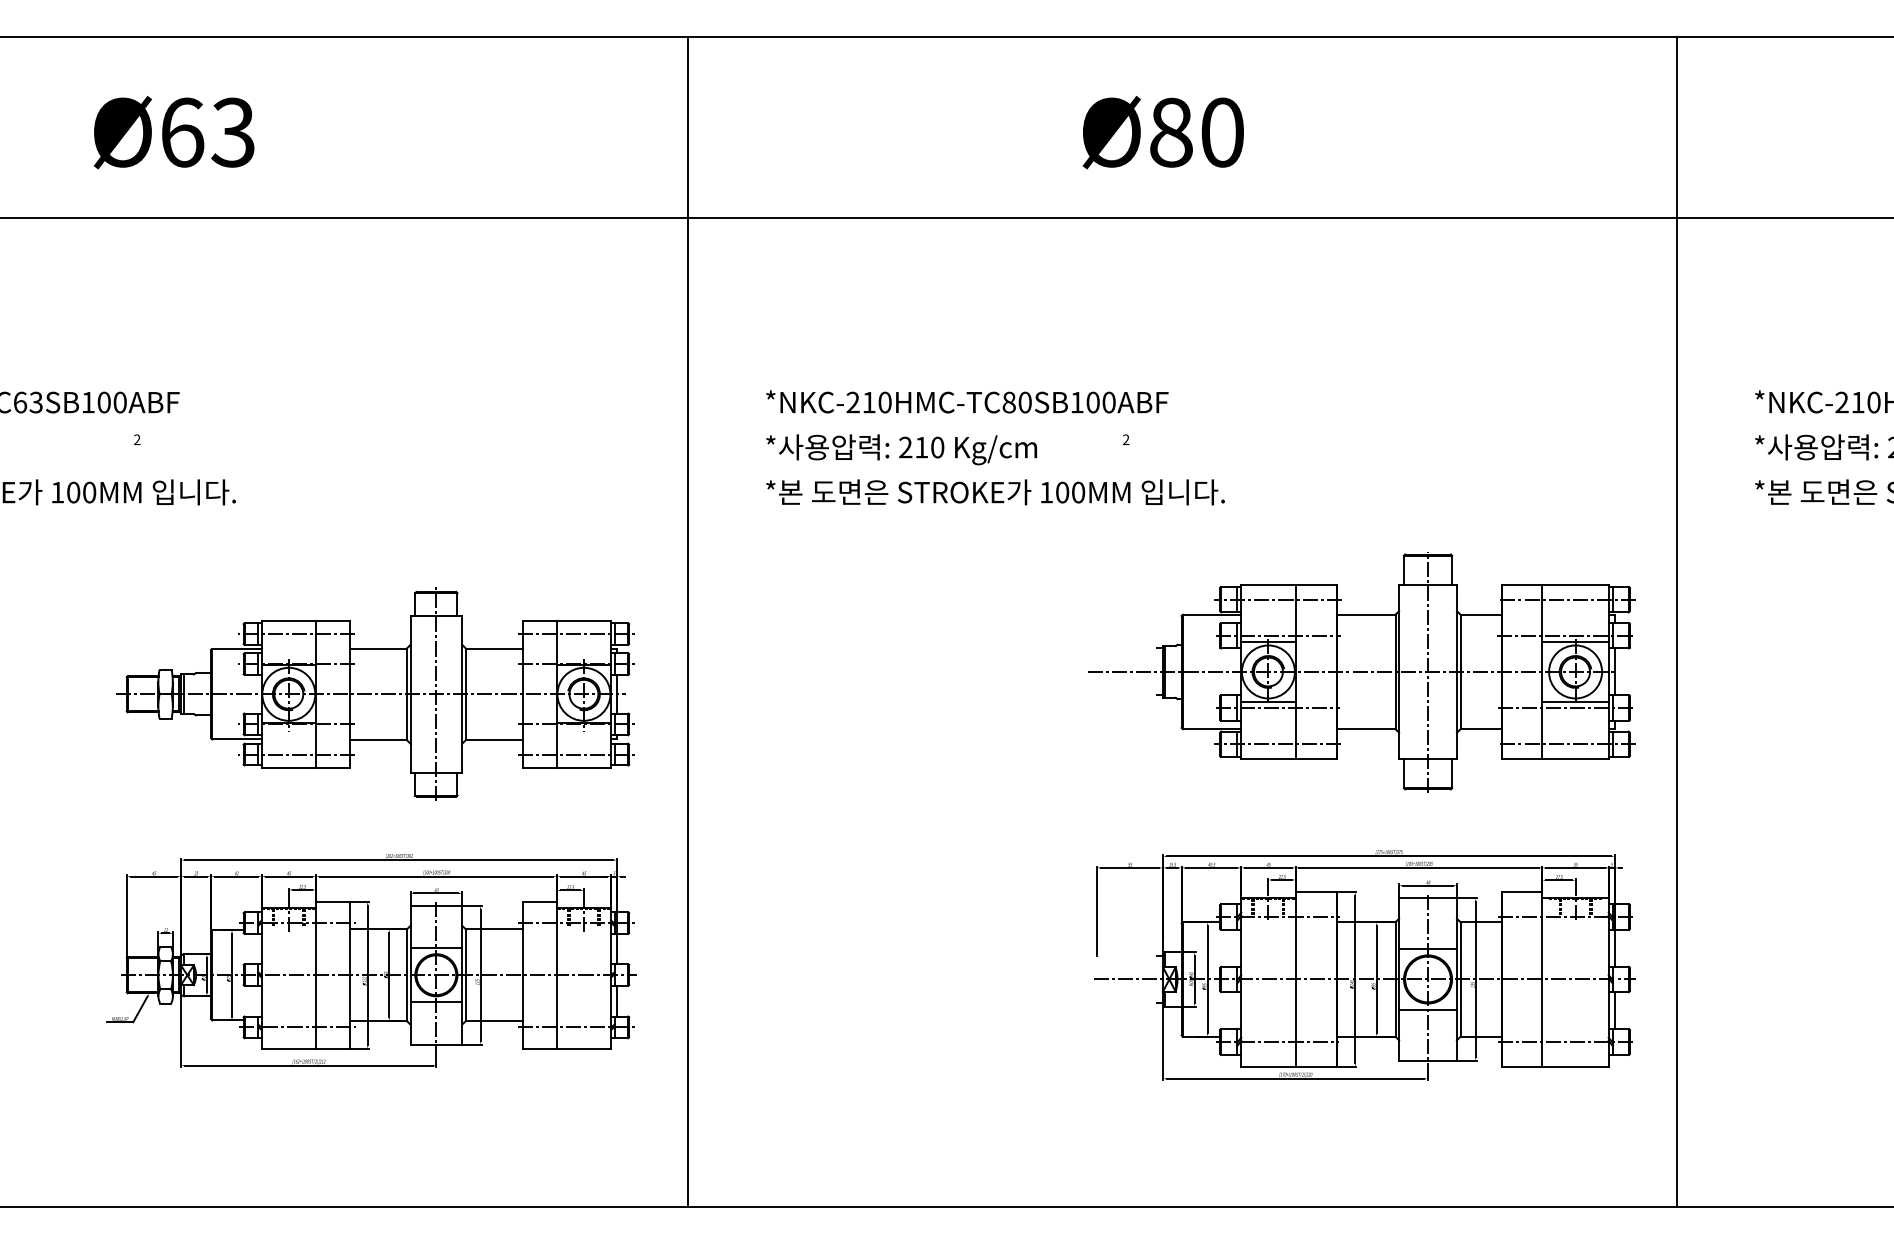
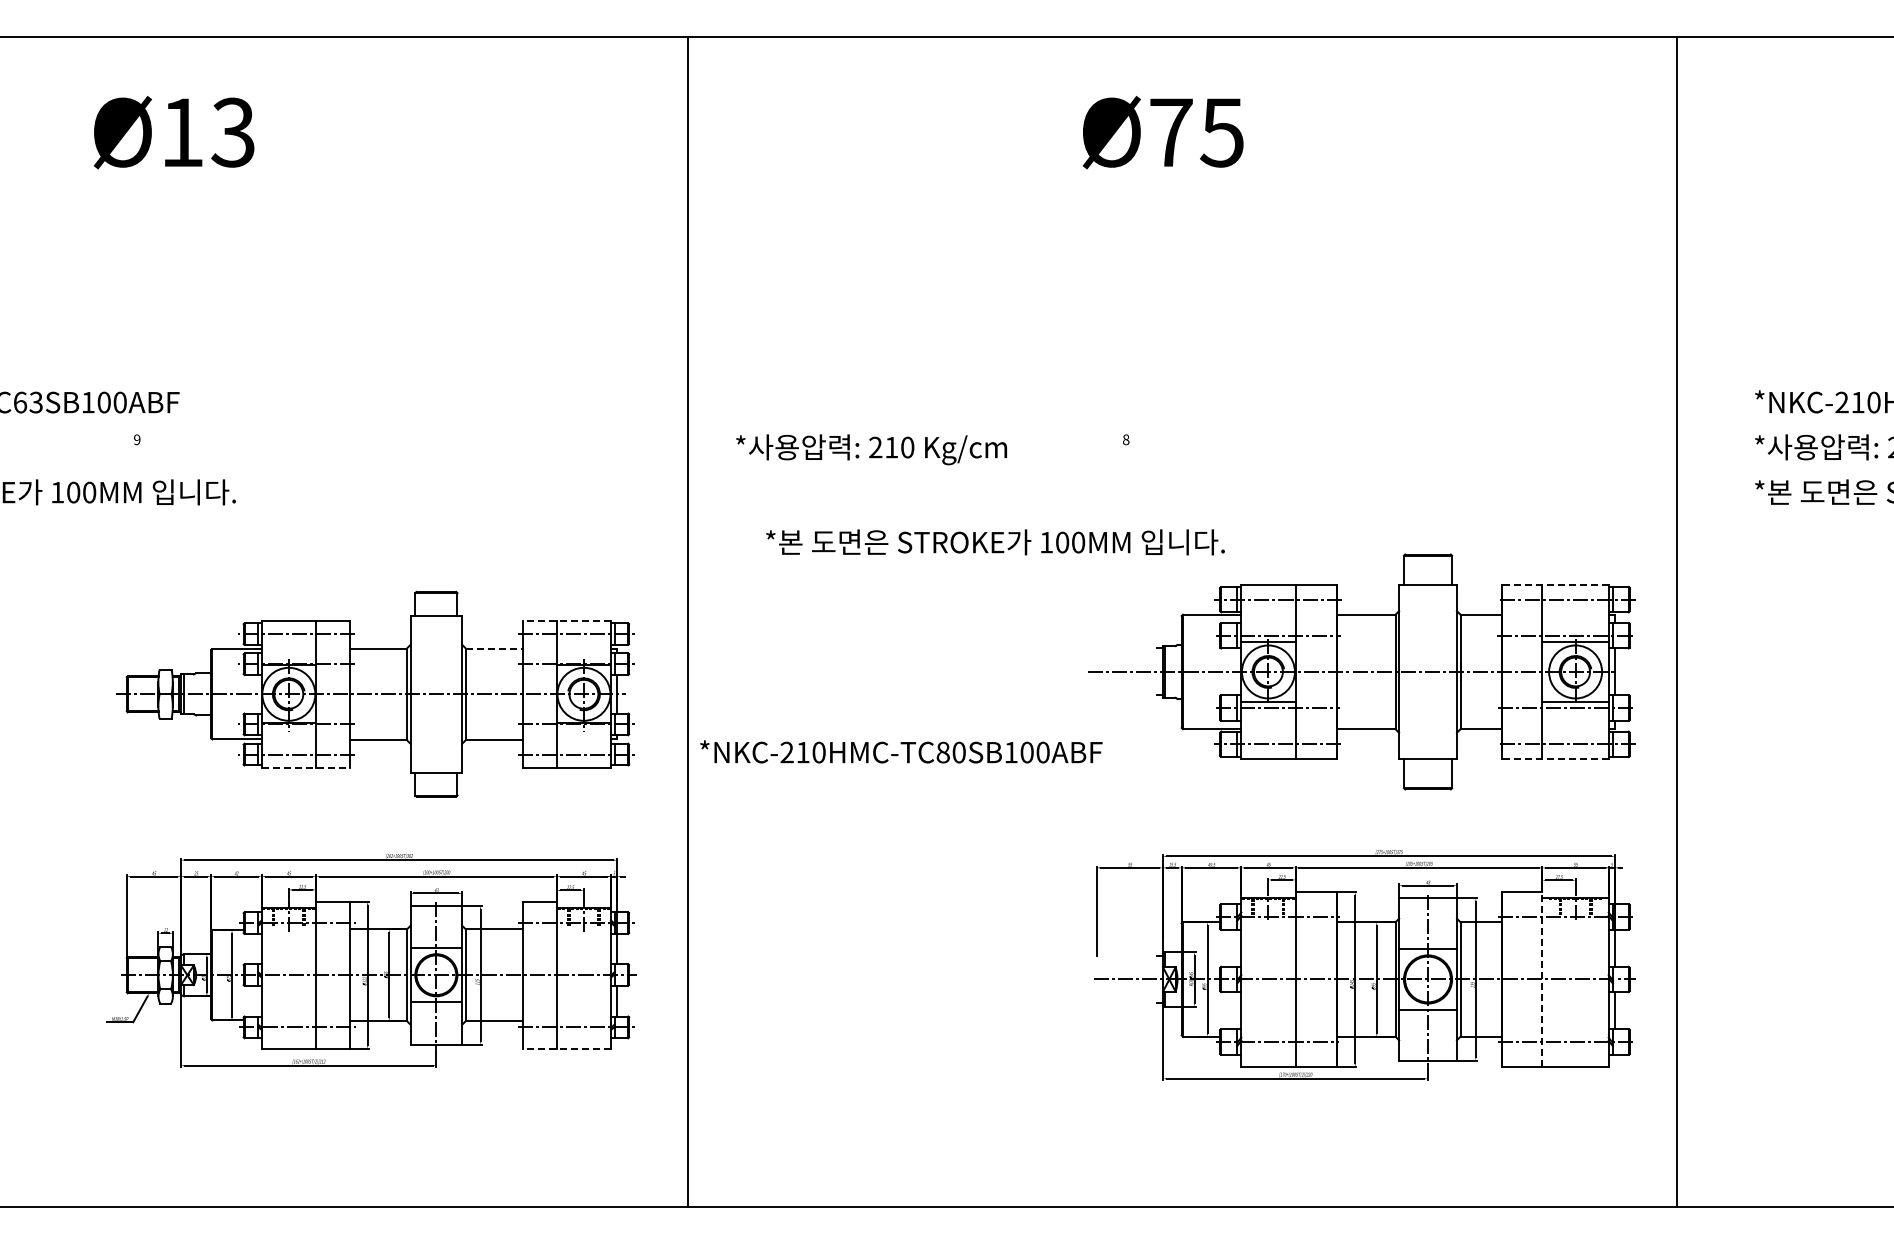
text at (183, 132): Ø63 -> Ø13
text at (1196, 132): Ø80 -> Ø75
line at (946, 217): present -> none
text at (967, 401) position: (967, 401) -> (901, 751)
text at (1126, 439): 2 -> 8
text at (137, 440): 2 -> 9
text at (901, 449) position: (901, 449) -> (871, 449)
text at (995, 492) position: (995, 492) -> (995, 542)
line at (1555, 584): solid -> dashed
line at (567, 620): solid -> dashed
line at (494, 648): solid -> dashed
line at (1428, 672): present -> none
line at (436, 693): present -> none
line at (1555, 759): solid -> dashed
line at (305, 767): solid -> dashed
line at (1542, 978): solid -> dashed
line at (567, 1048): solid -> dashed
